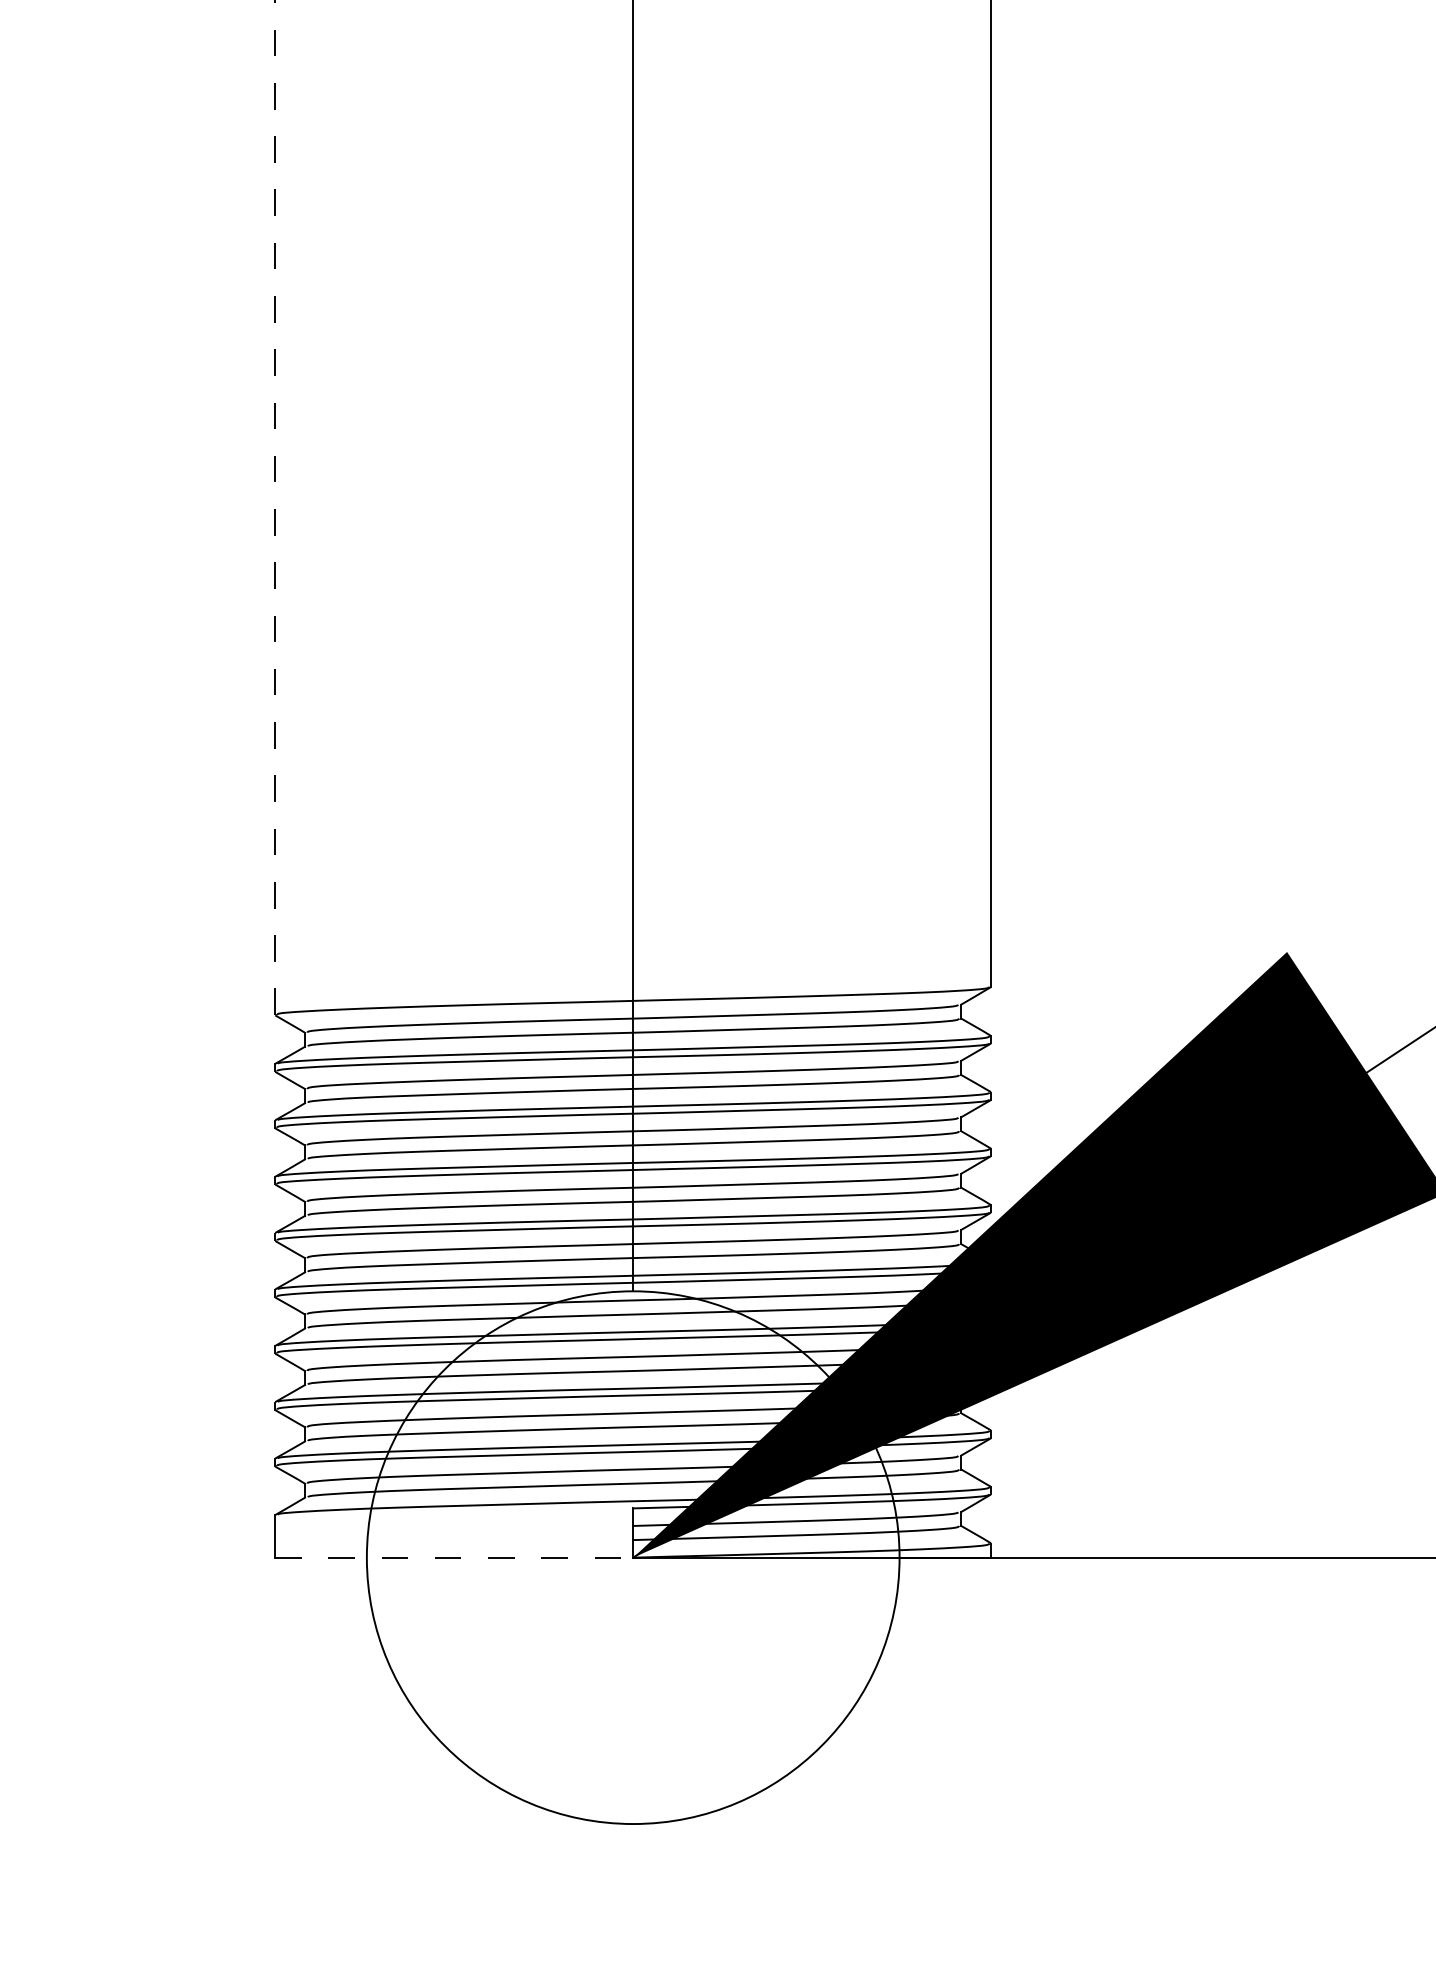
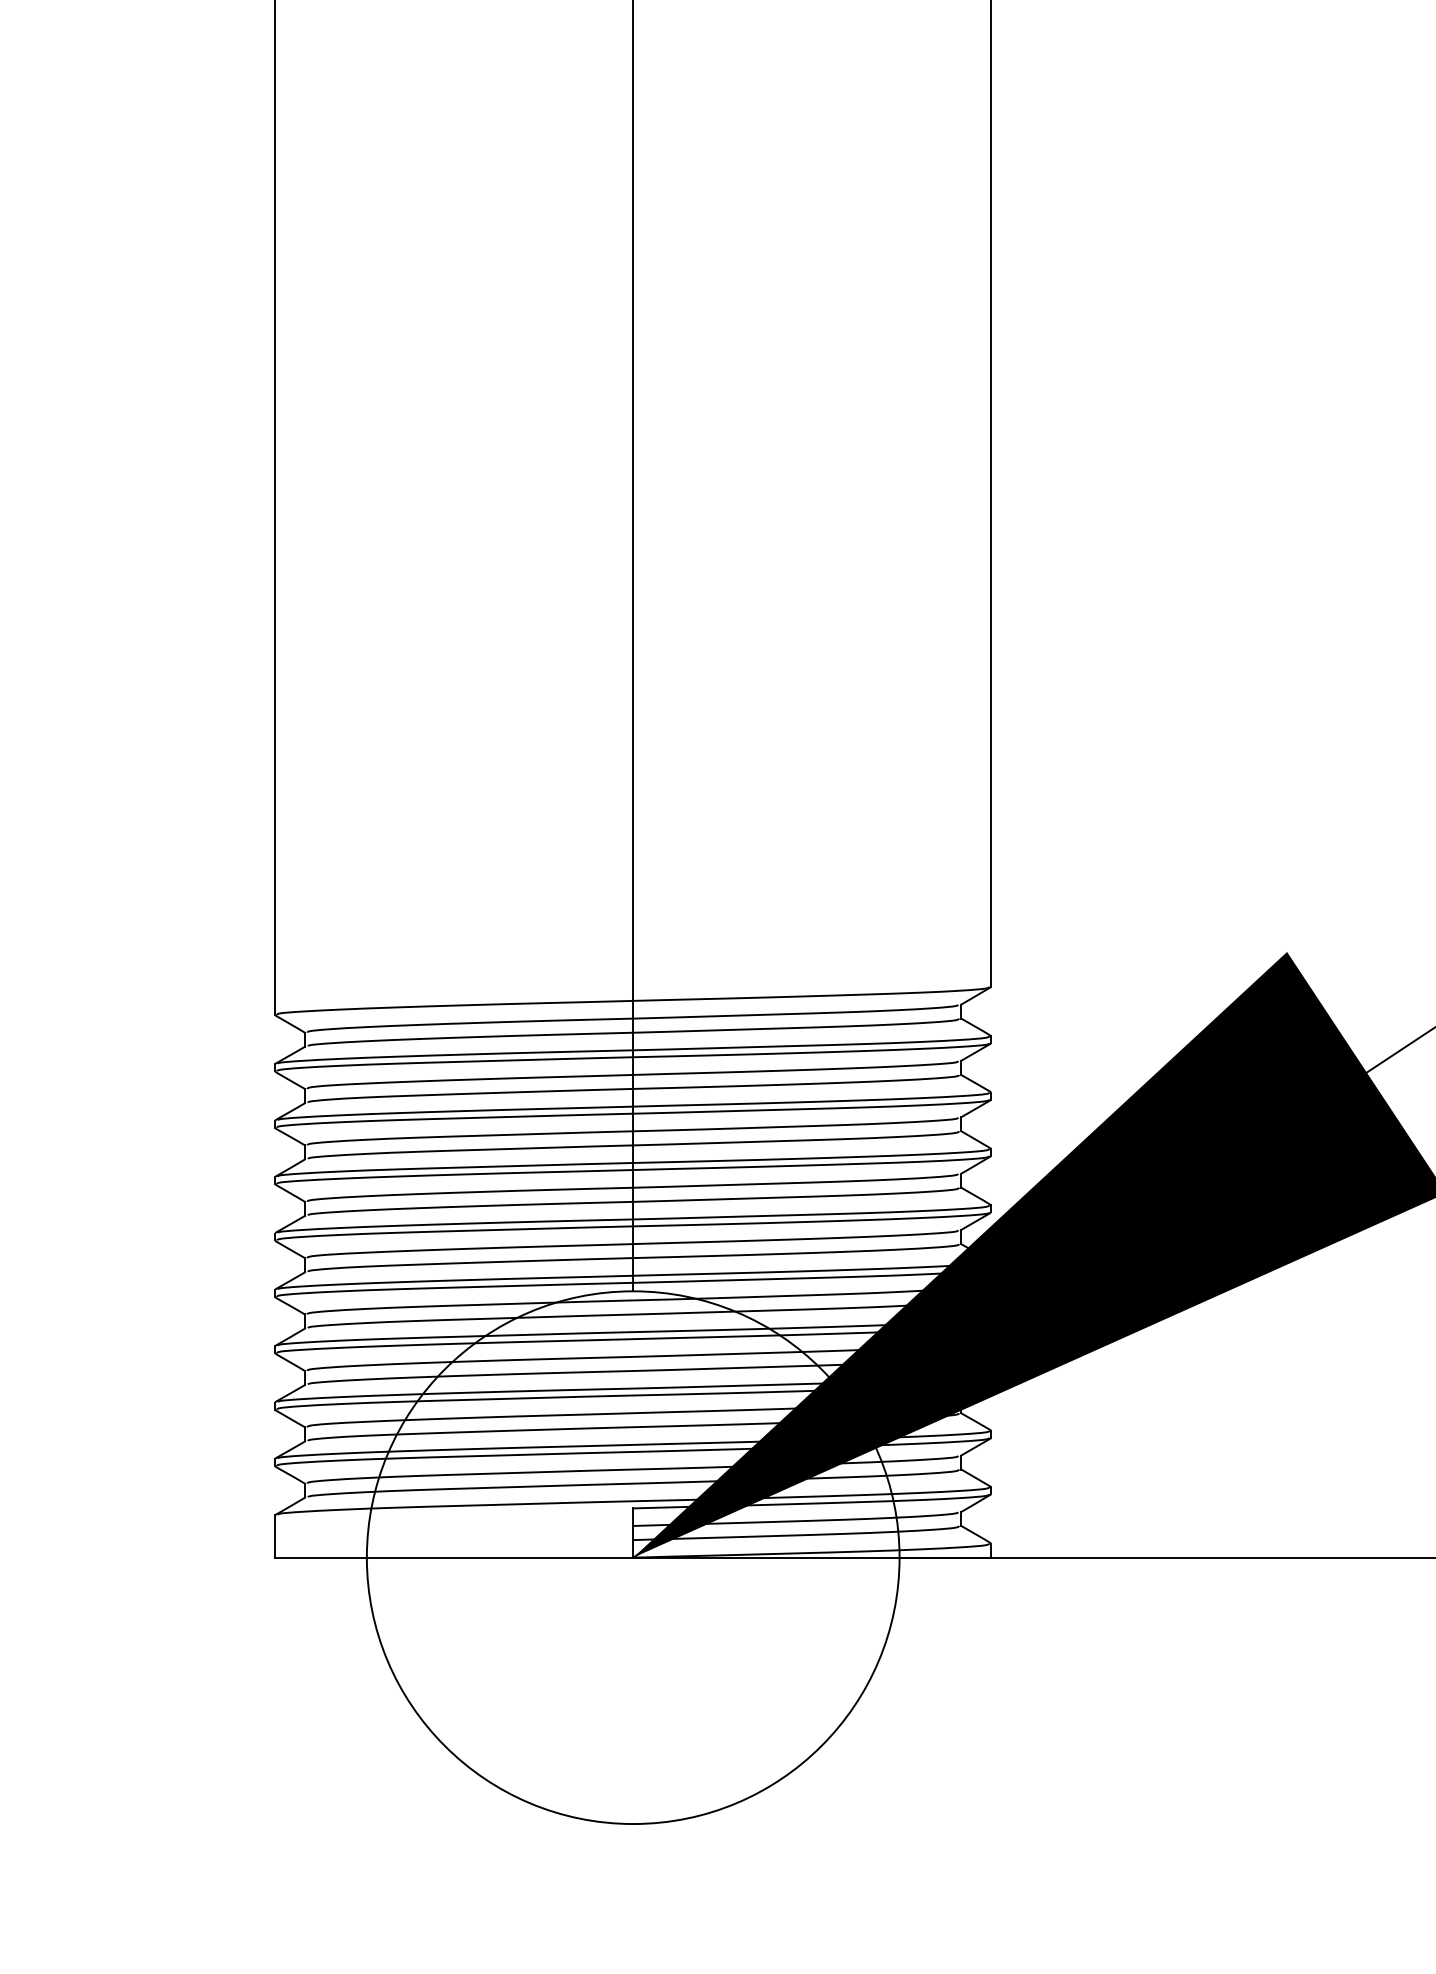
line at (274, 508): dashed -> solid
line at (454, 1557): dashed -> solid
